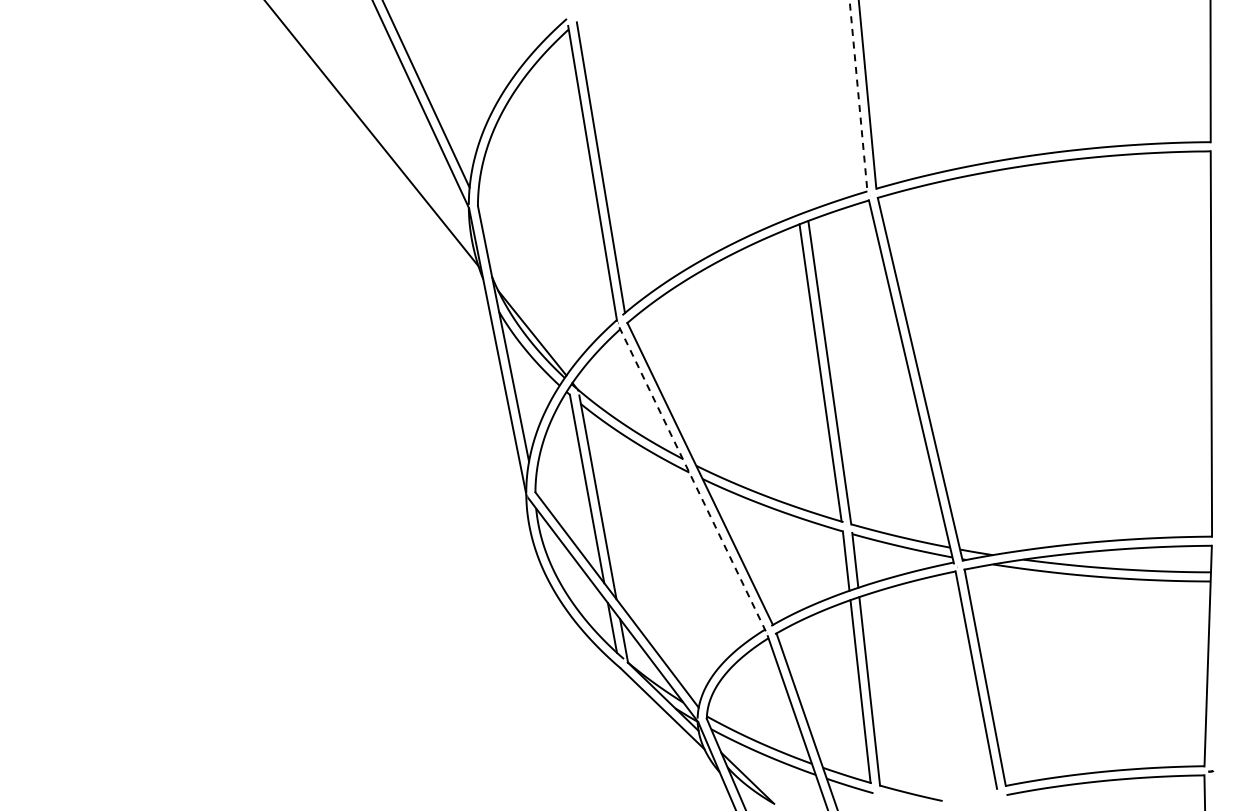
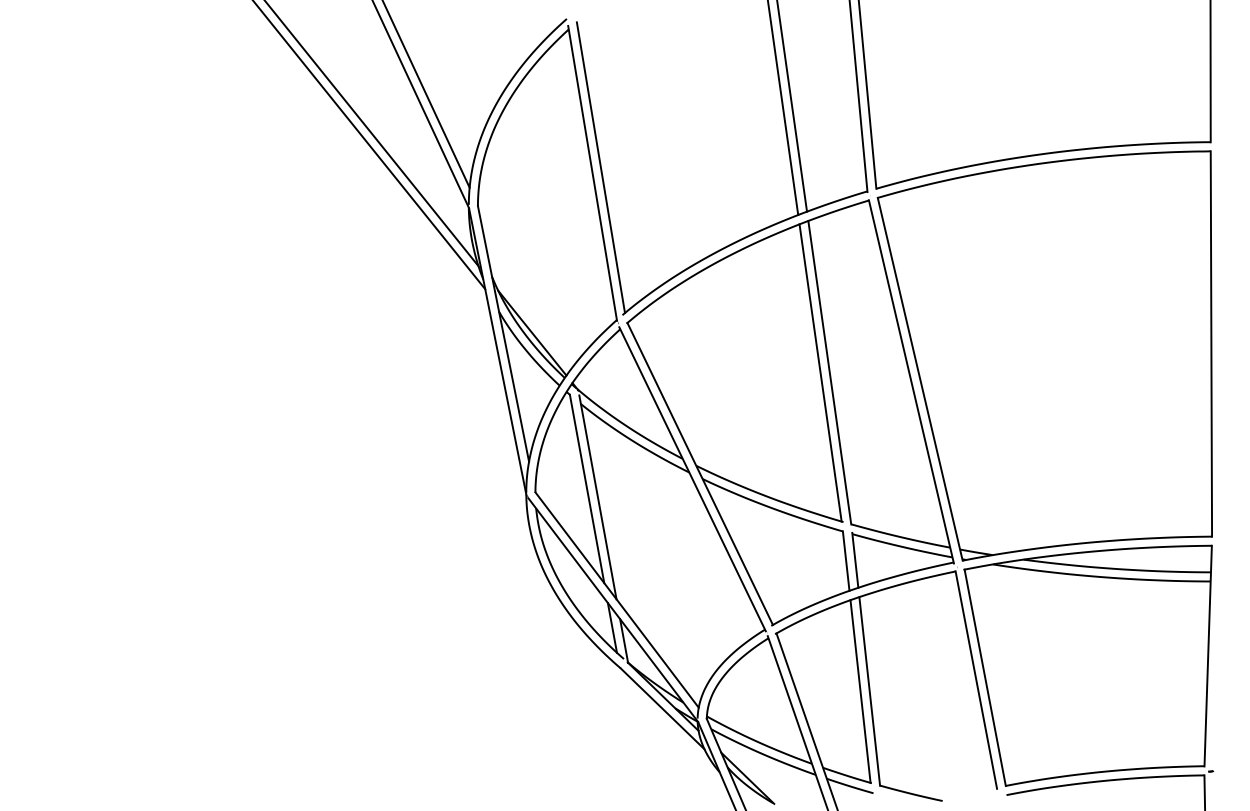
line at (858, 96): dashed -> solid
line at (792, 106): none -> present
line at (783, 108): none -> present
line at (369, 145): none -> present
line at (692, 479): dashed -> solid
